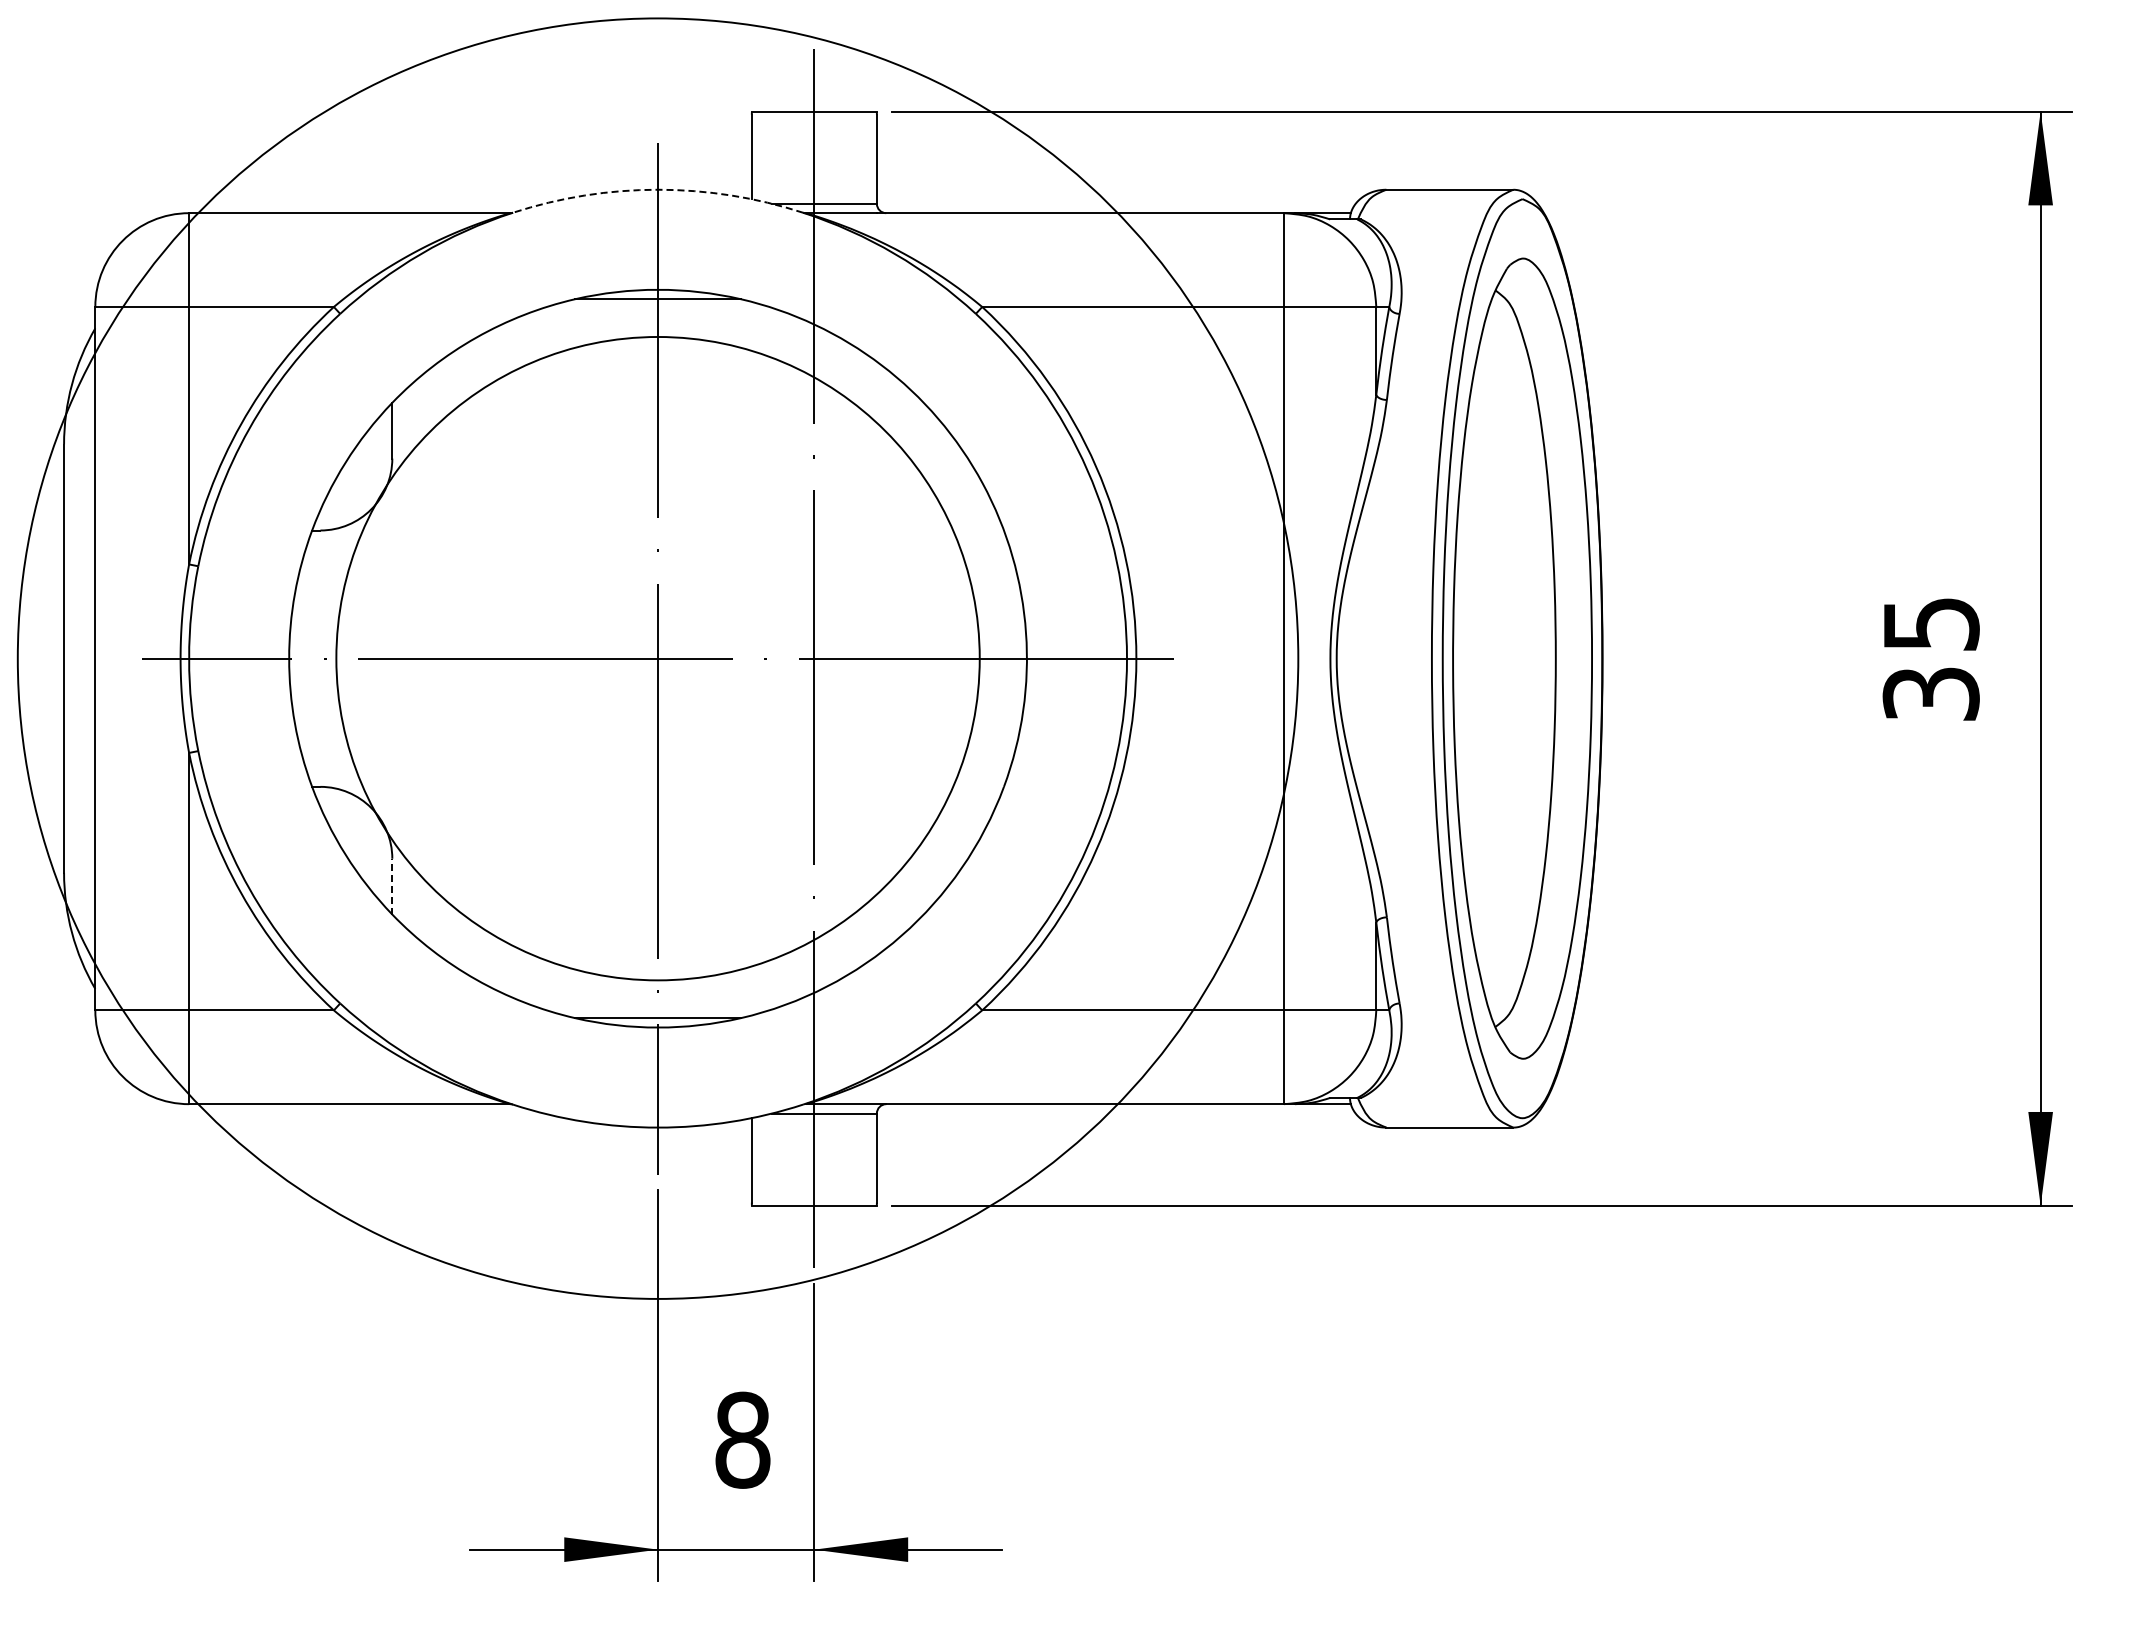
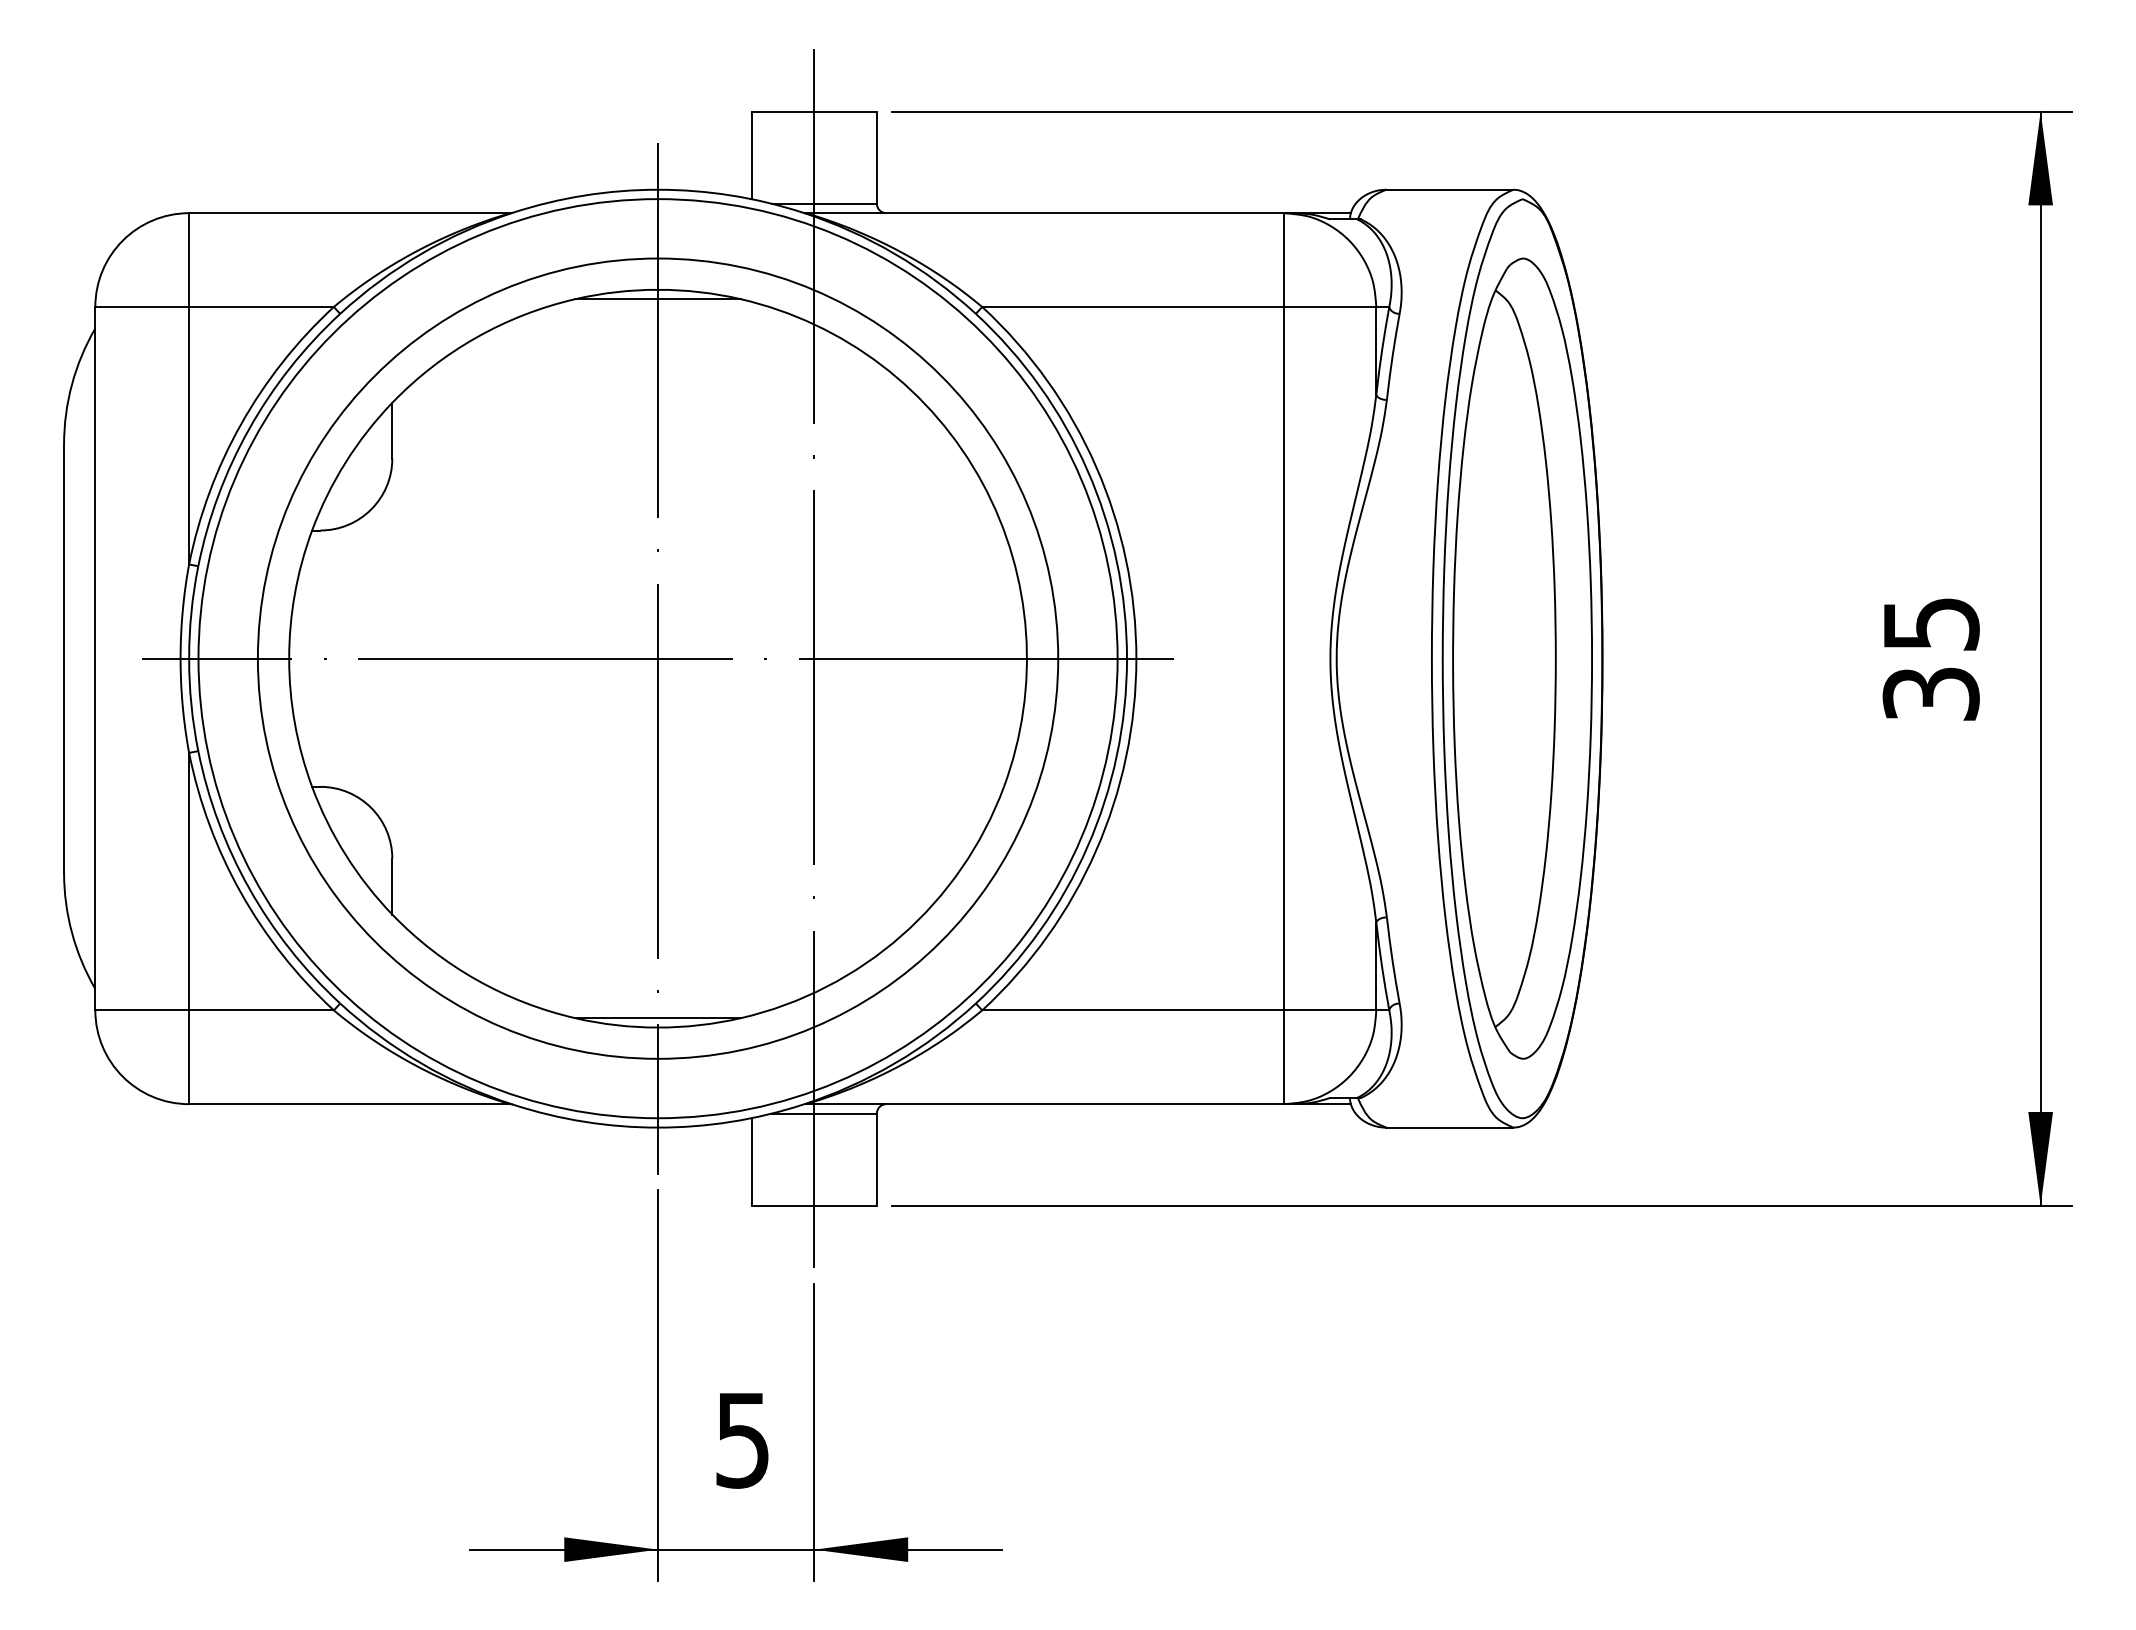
arc at (658, 189): dashed -> solid
circle at (657, 658) diameter: 1281 px -> 800 px
circle at (657, 658) diameter: 643 px -> 919 px
line at (392, 886): dashed -> solid
text at (742, 1439): 8 -> 5
